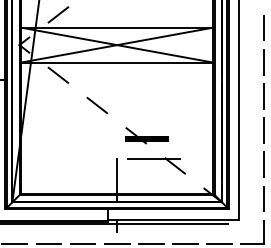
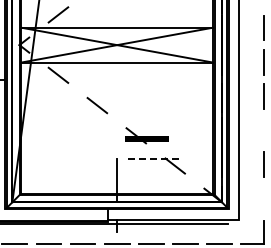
line at (263, 130): present -> none
line at (154, 159): solid -> dashed
line at (263, 198): present -> none
